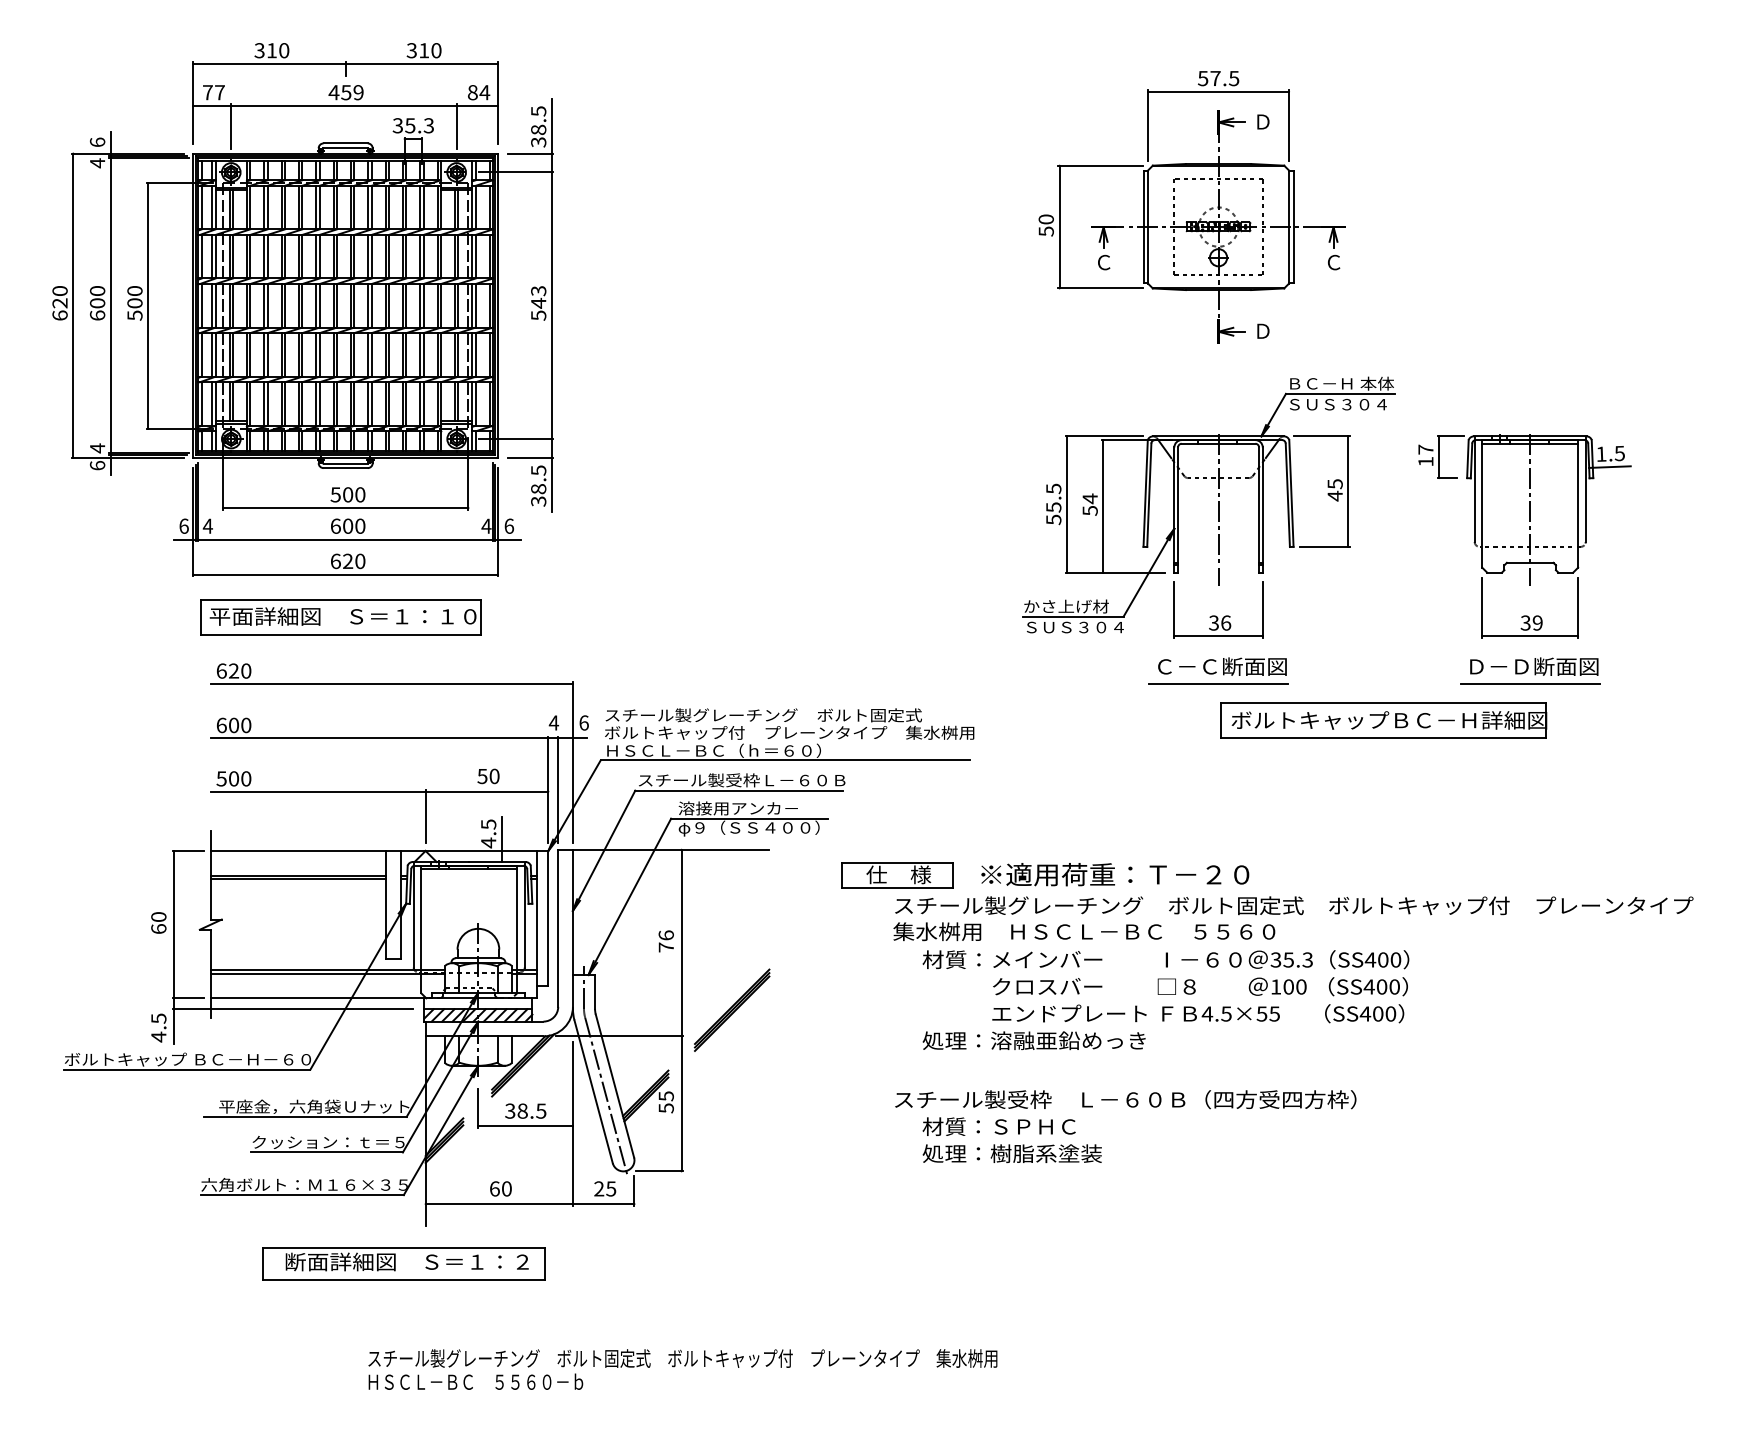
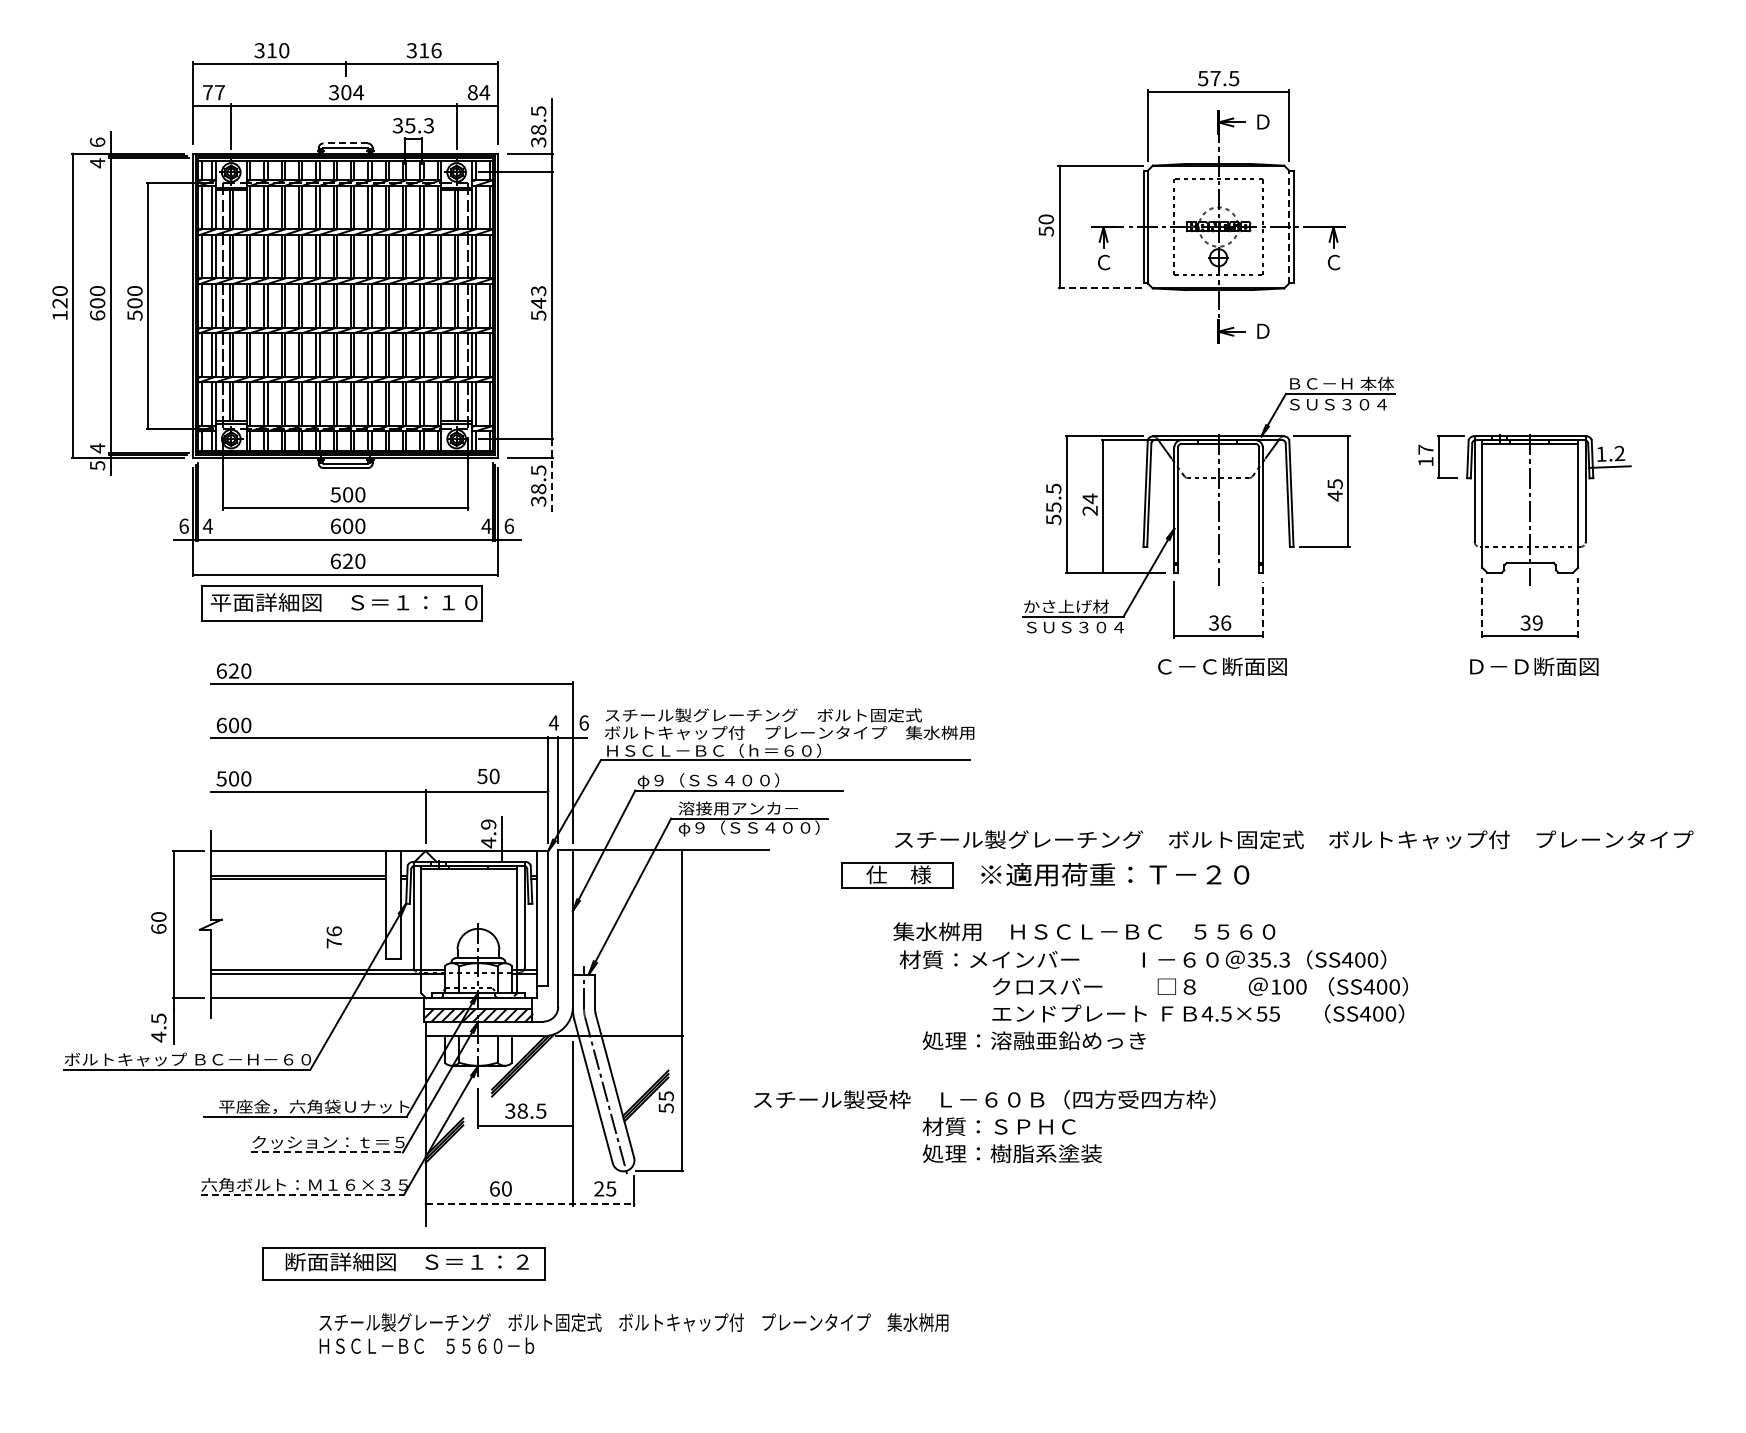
text at (436, 50): 310 -> 316
text at (346, 92): 459 -> 304
line at (345, 143): solid -> dashed
line at (1289, 226): solid -> dashed
line at (1101, 288): solid -> dashed
text at (59, 315): 620 -> 120
text at (1619, 453): 1.5 -> 1.2
text at (97, 465): 6 -> 5
line at (551, 475): solid -> dashed
text at (1089, 510): 54 -> 24
line at (1482, 607): solid -> dashed
line at (1578, 607): solid -> dashed
line at (1262, 610): solid -> dashed
part at (340, 617) position: (340, 617) -> (341, 603)
line at (1530, 683): present -> none
line at (1218, 684): present -> none
part at (1383, 720): present -> none
text at (741, 781): スチール製受枠Ｌ－６０Ｂ -> φ９（ＳＳ４００）
text at (488, 824): 4.5 -> 4.9
text at (1294, 905) position: (1294, 905) -> (1294, 839)
text at (665, 941) position: (665, 941) -> (333, 937)
text at (1165, 959) position: (1165, 959) -> (1142, 959)
line at (292, 1009): present -> none
part at (731, 1009): present -> none
text at (1125, 1099) position: (1125, 1099) -> (984, 1099)
line at (327, 1152): solid -> dashed
line at (302, 1195): solid -> dashed
line at (530, 1204): solid -> dashed
text at (682, 1369) position: (682, 1369) -> (633, 1333)
